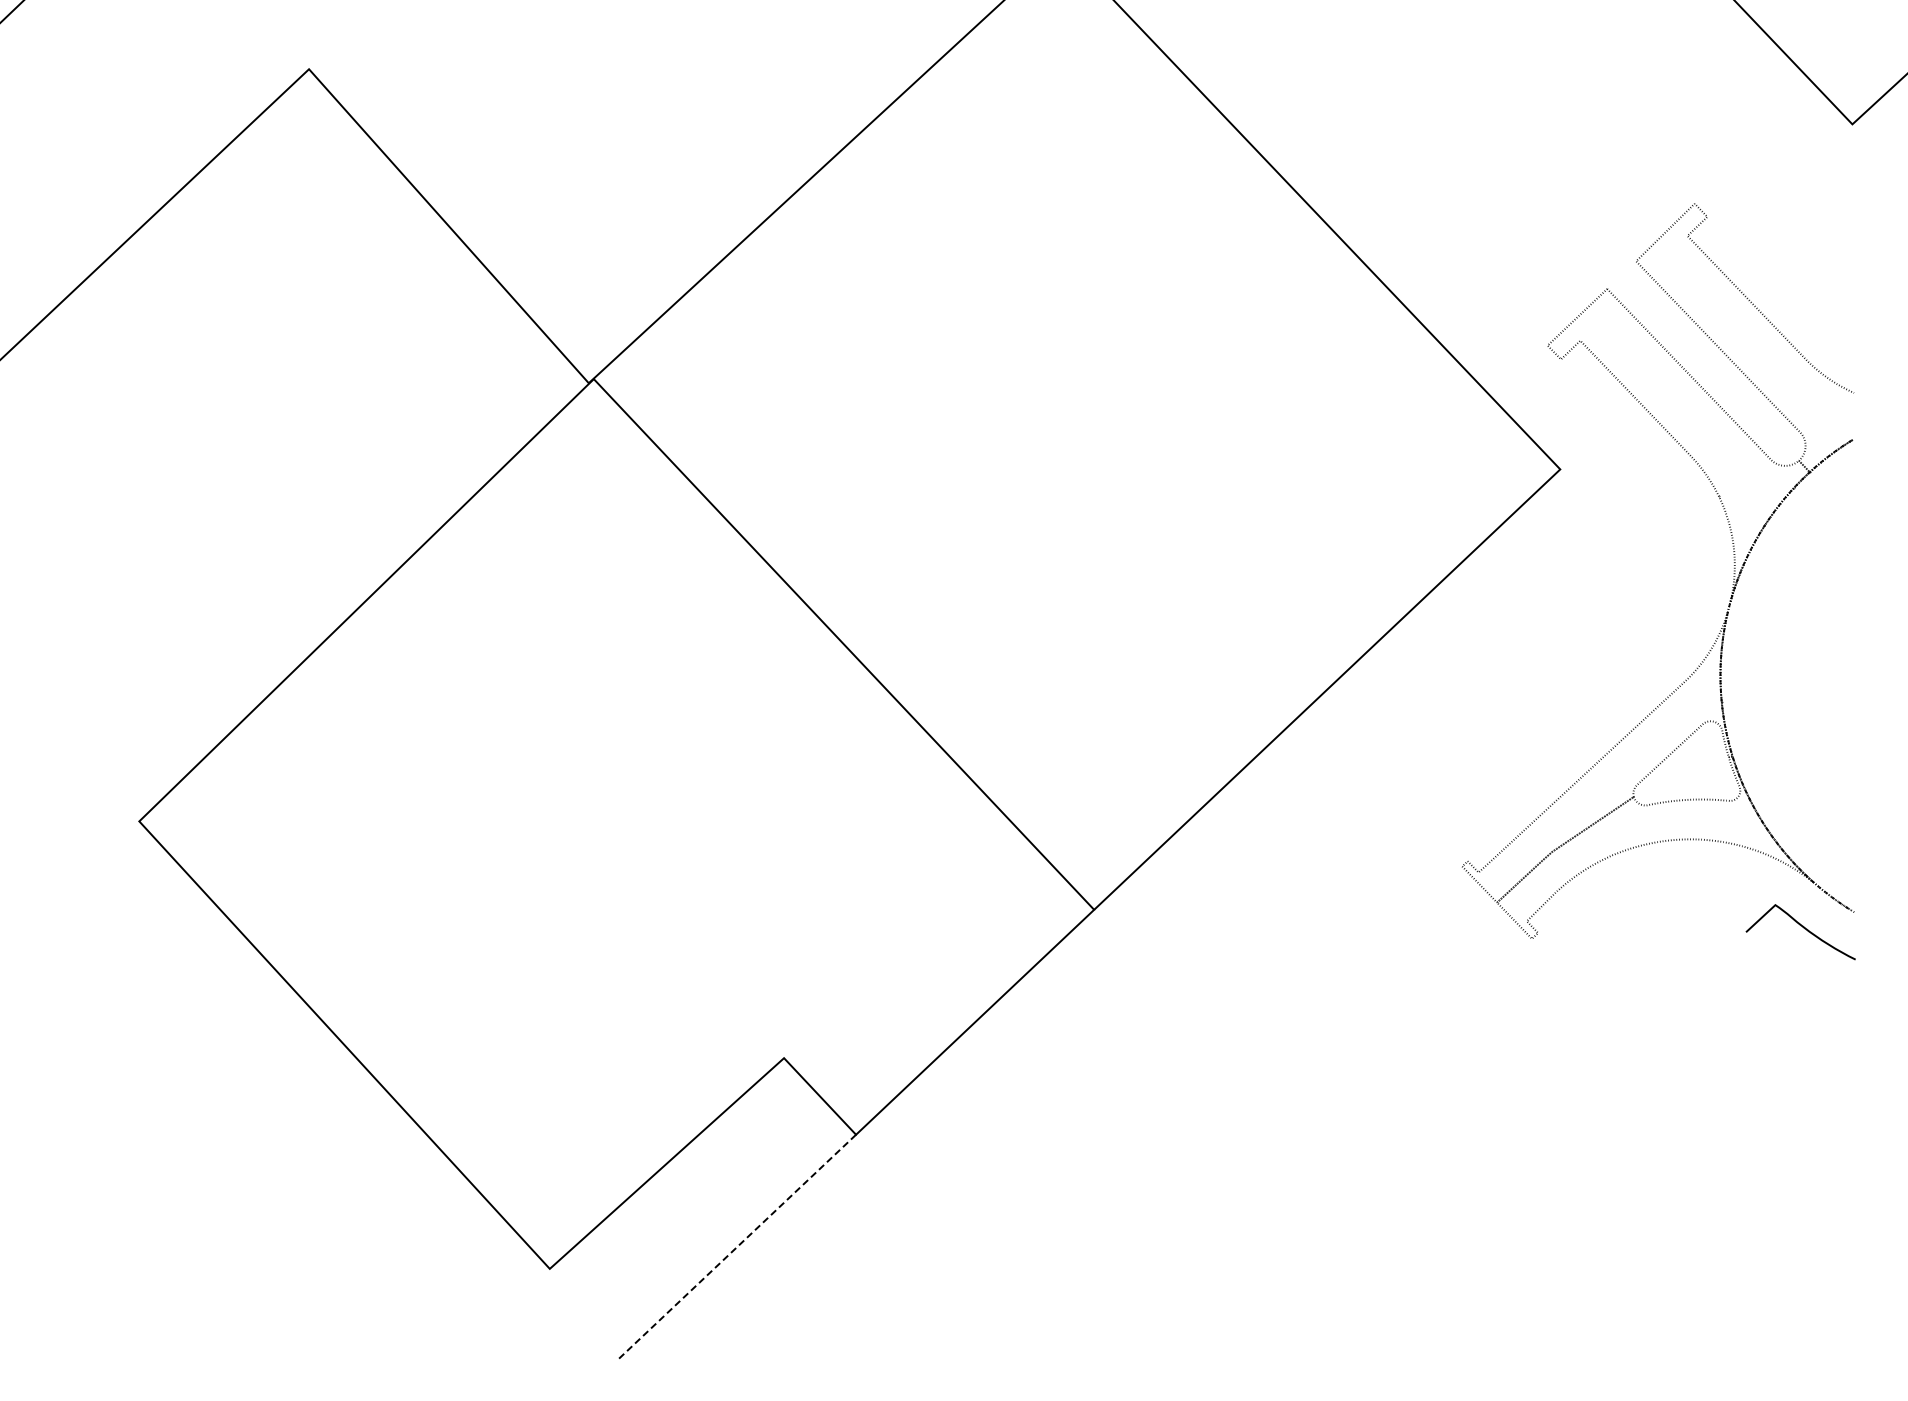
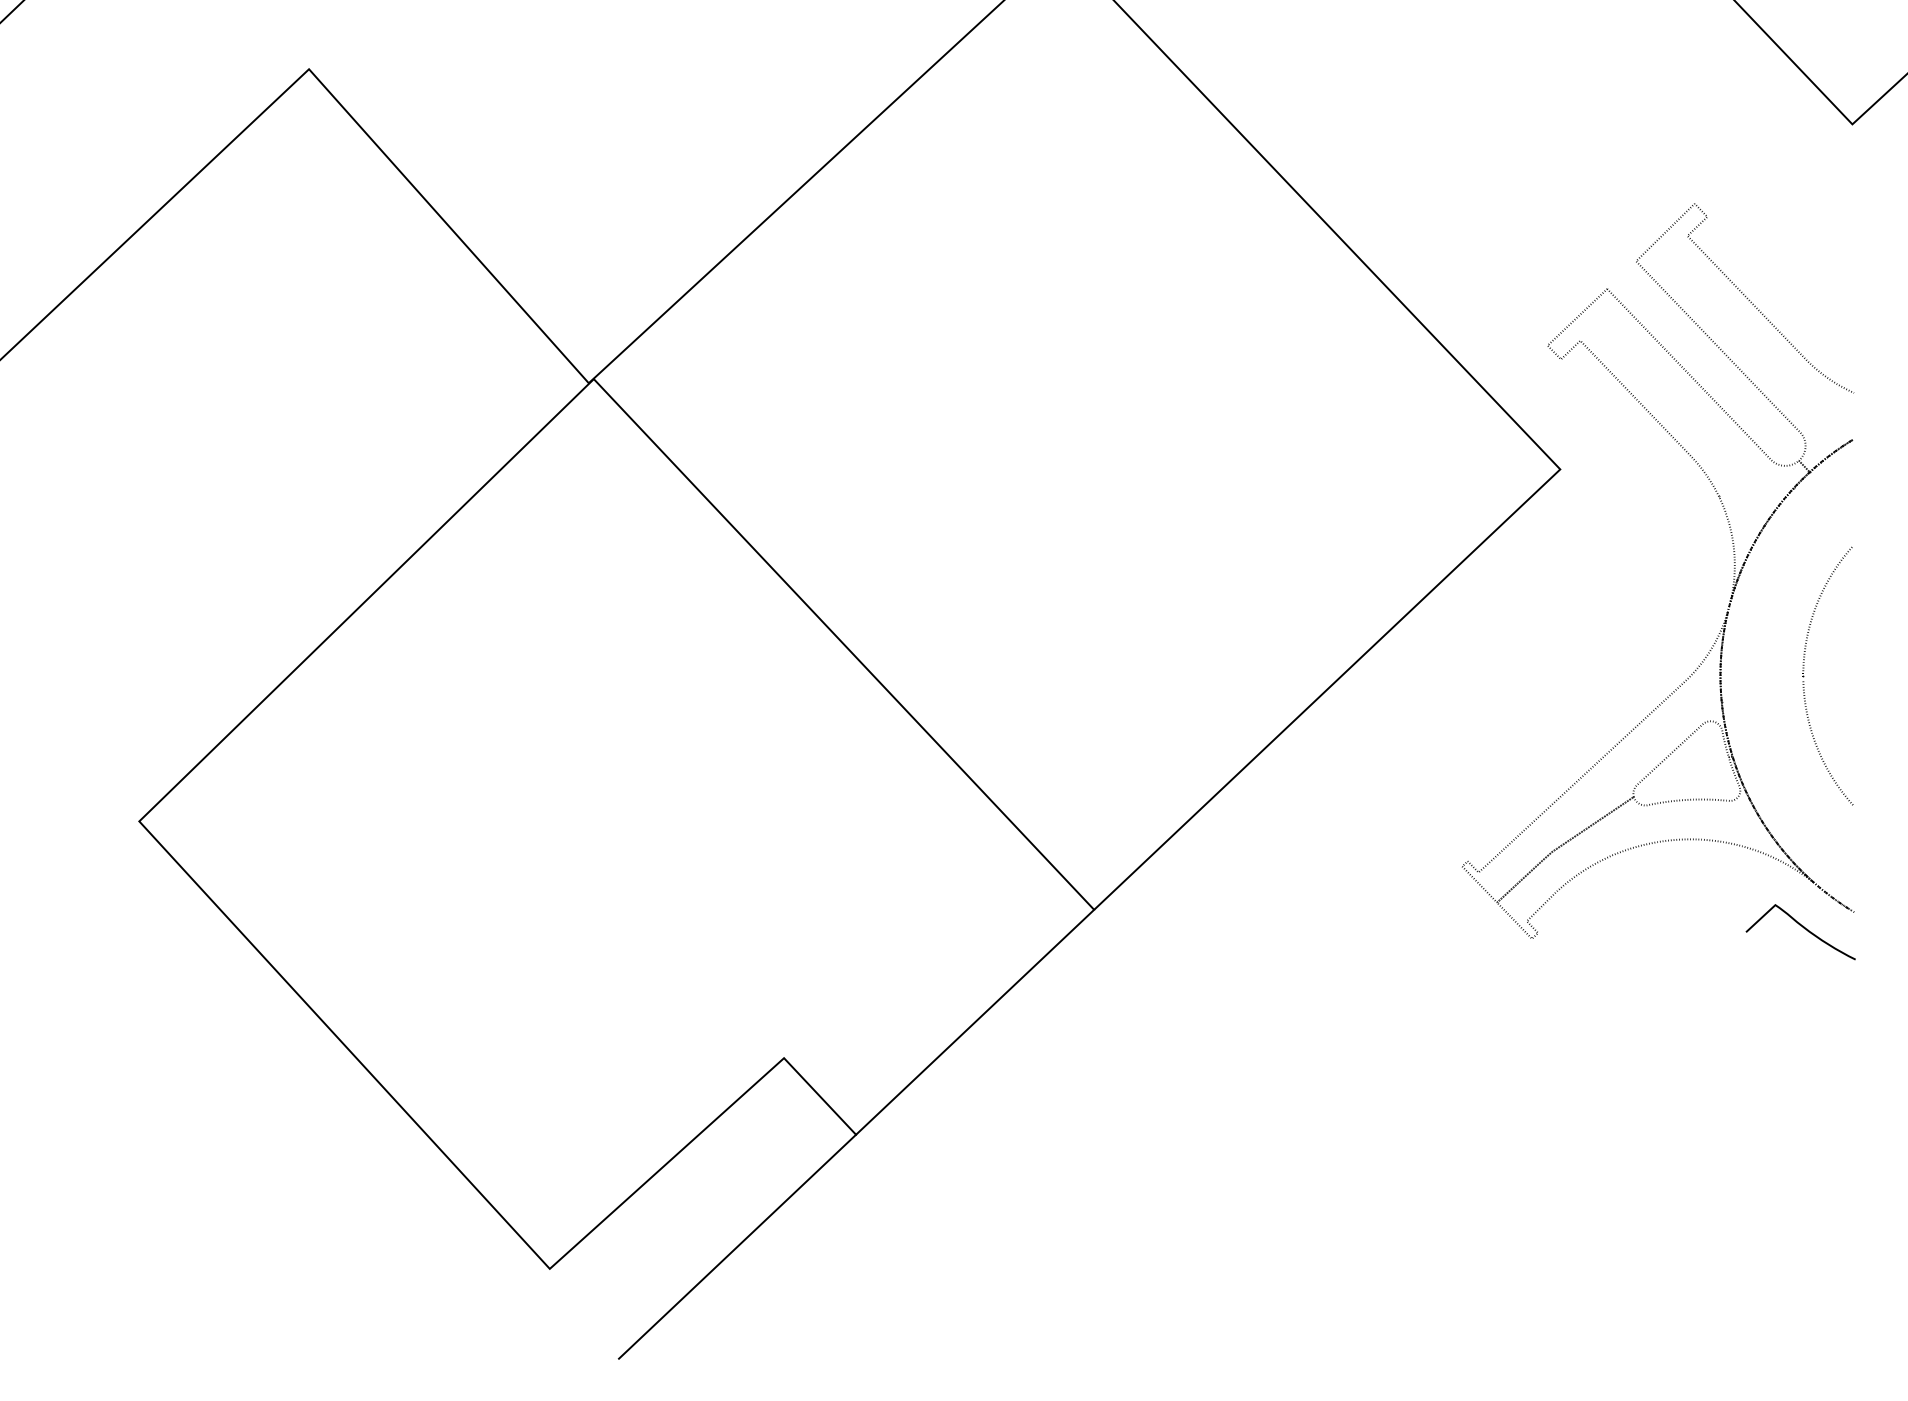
curve at (1804, 676): none -> present
line at (737, 1247): dashed -> solid
